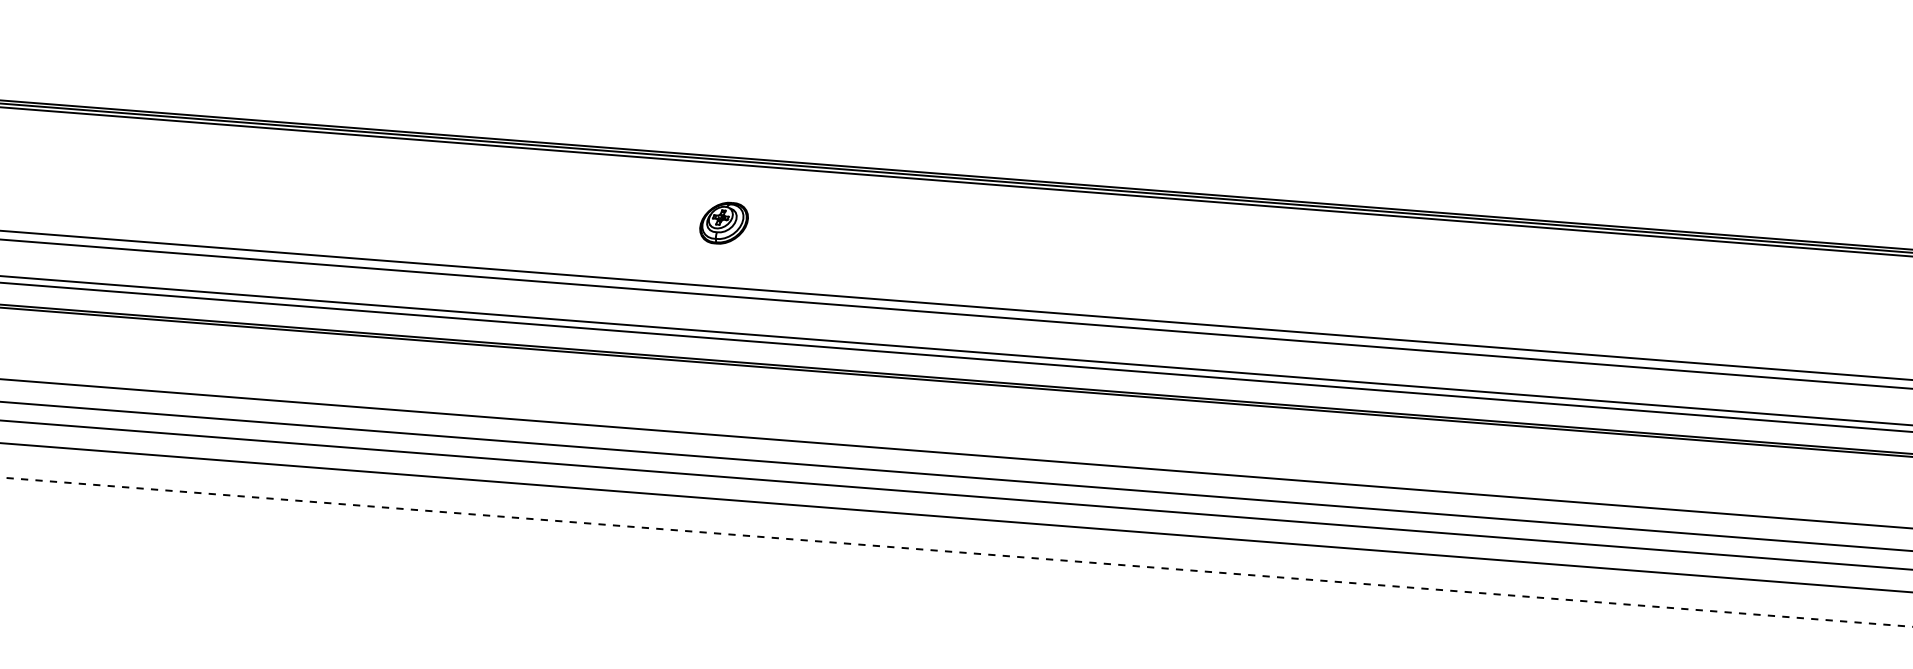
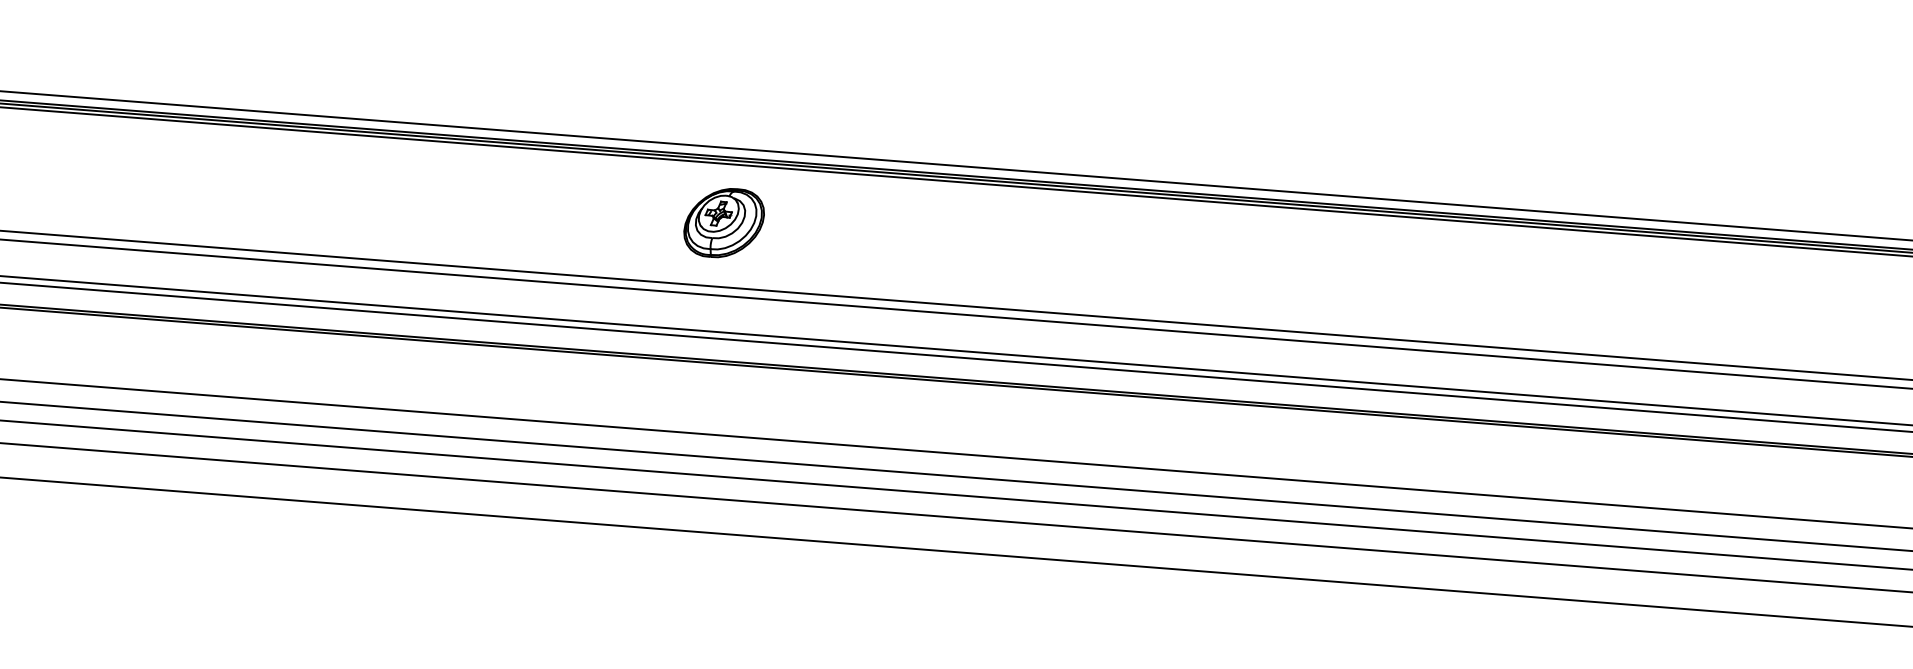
line at (955, 165): none -> present
part at (723, 222) size: 50x44 px -> 82x71 px
line at (956, 552): dashed -> solid
